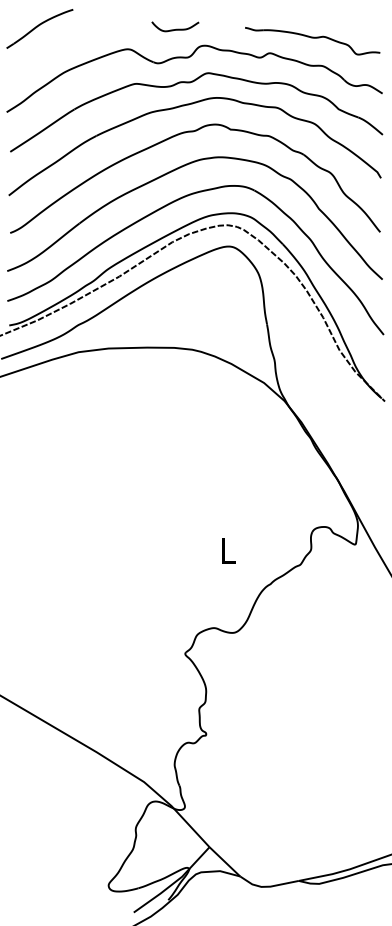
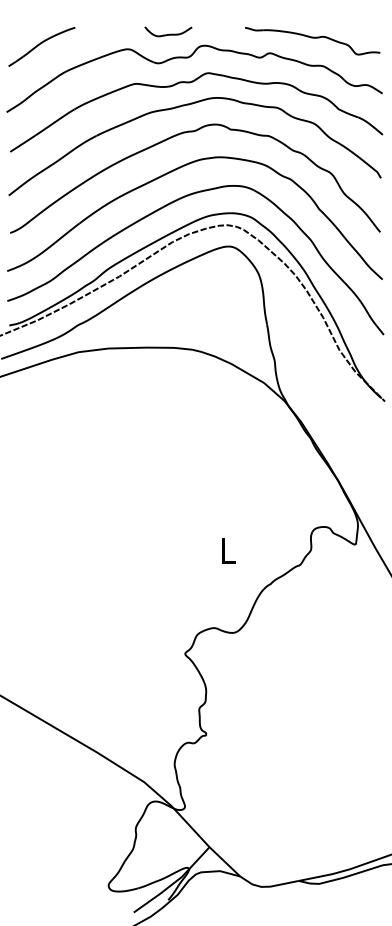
part at (39, 28) position: (39, 28) -> (41, 46)
curve at (176, 28) position: (176, 28) -> (169, 33)
